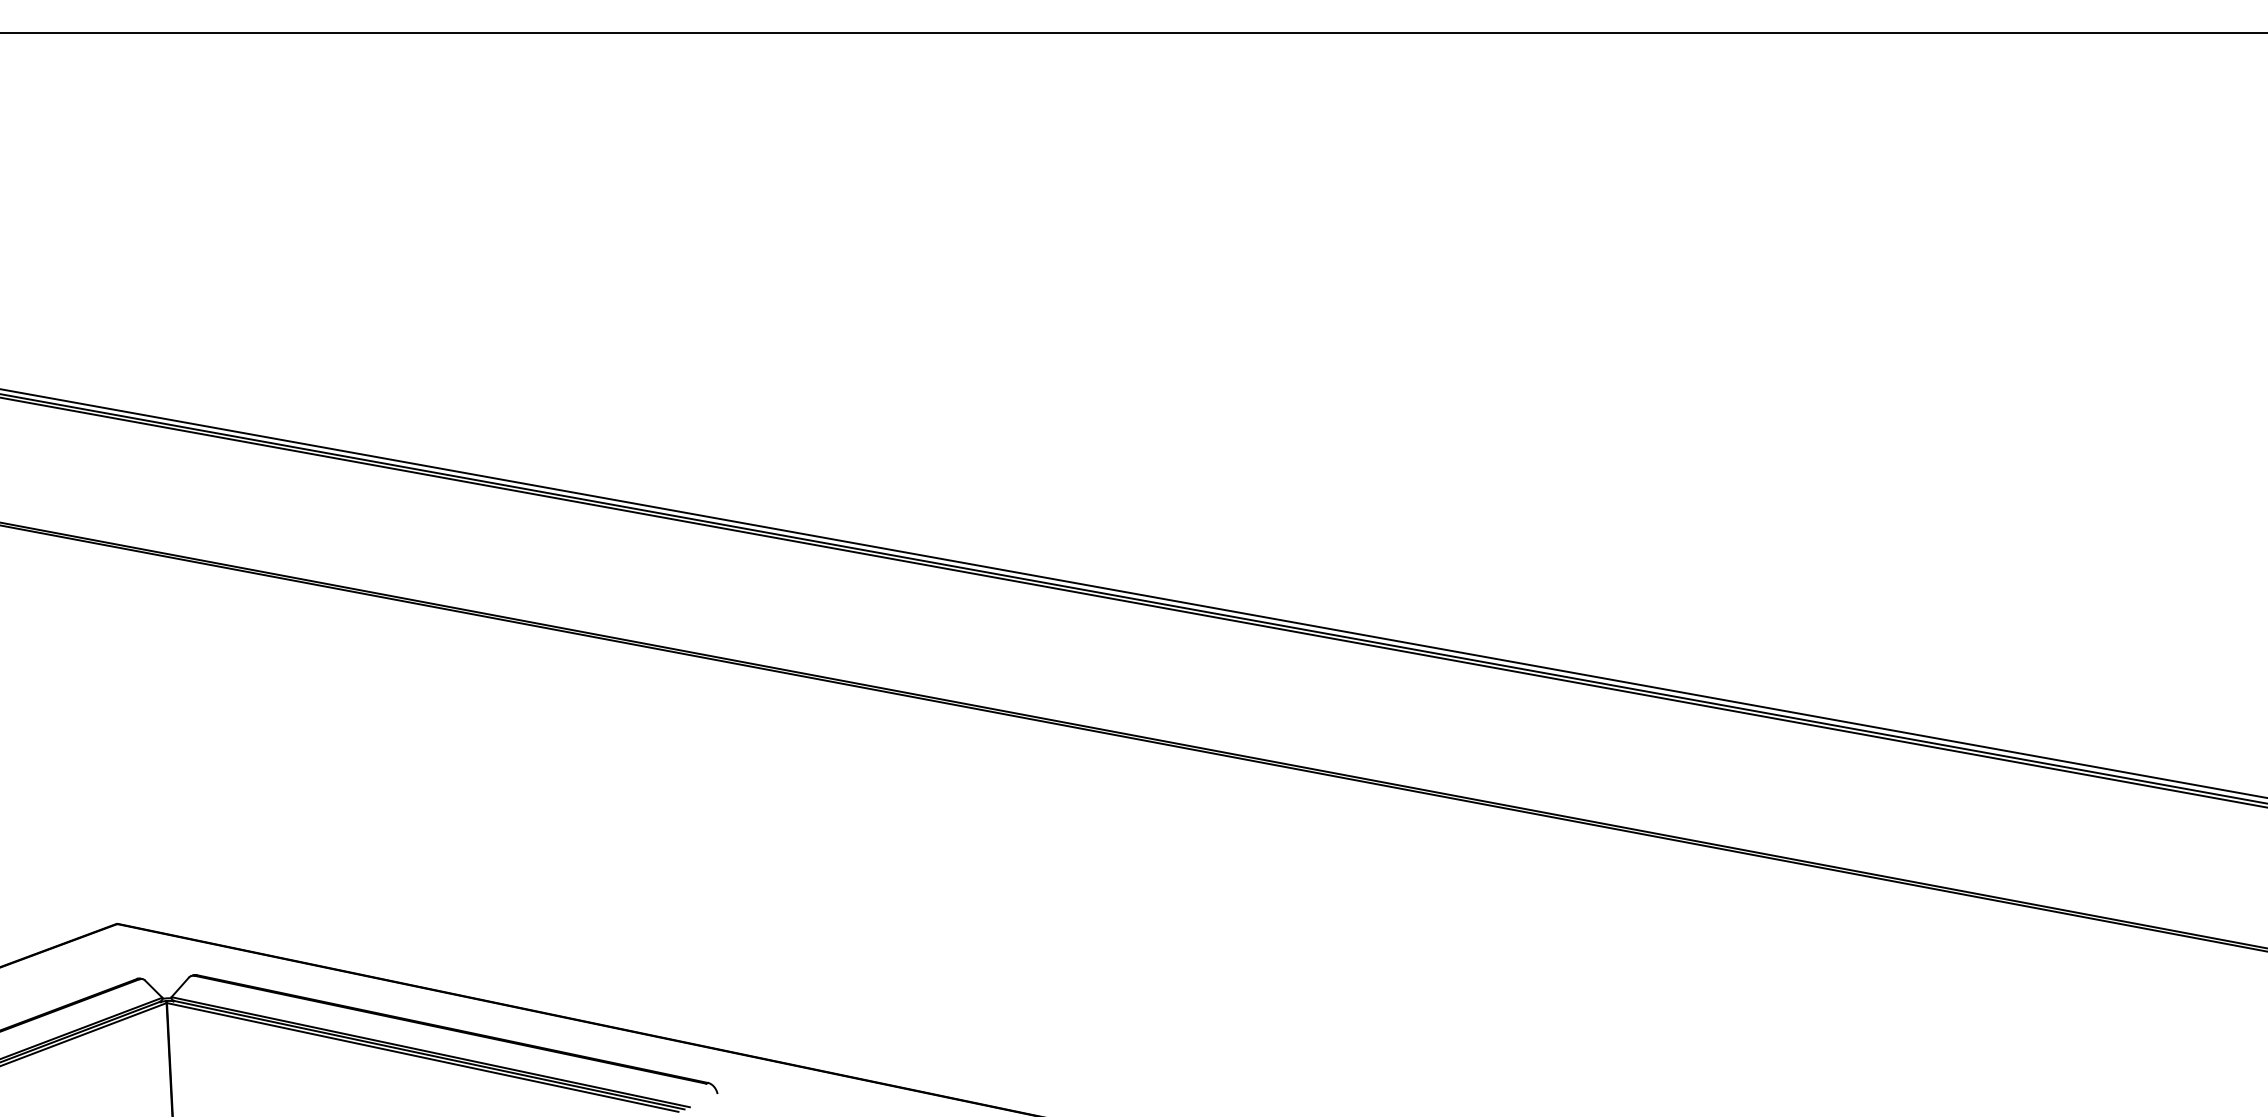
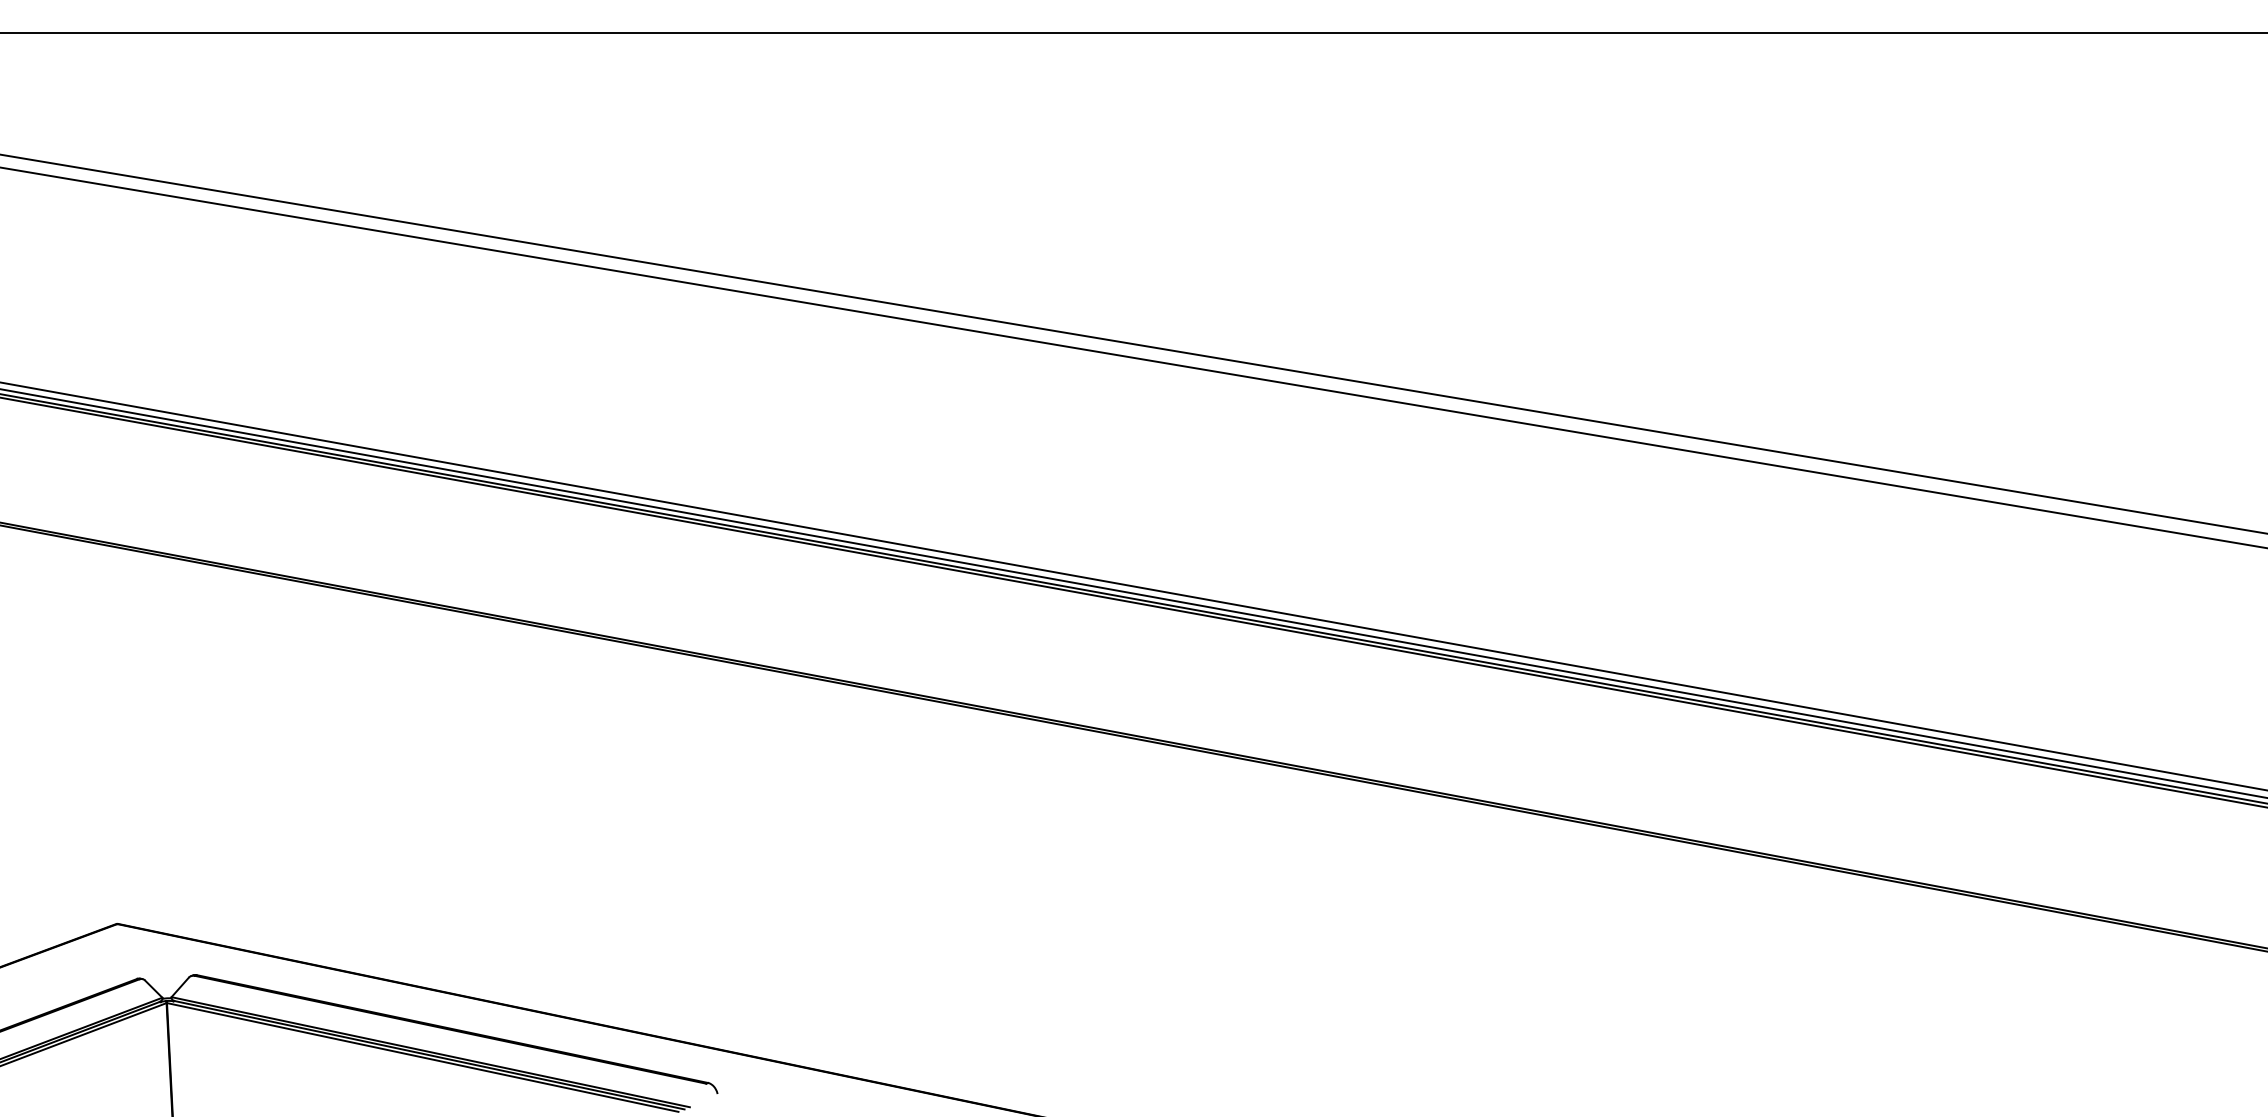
line at (1133, 343): none -> present
line at (1133, 357): none -> present
line at (1133, 586): none -> present
